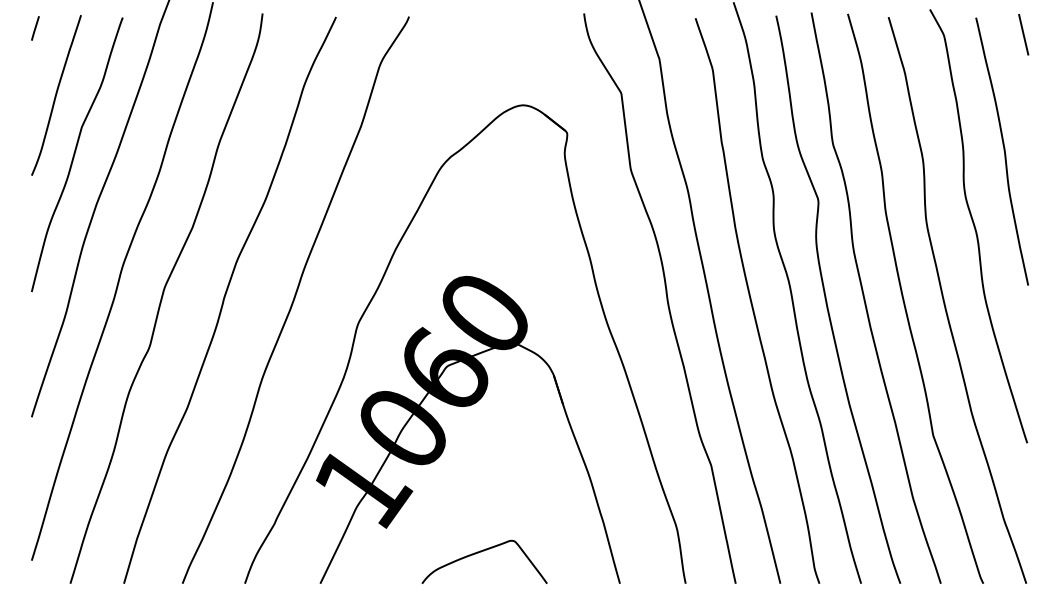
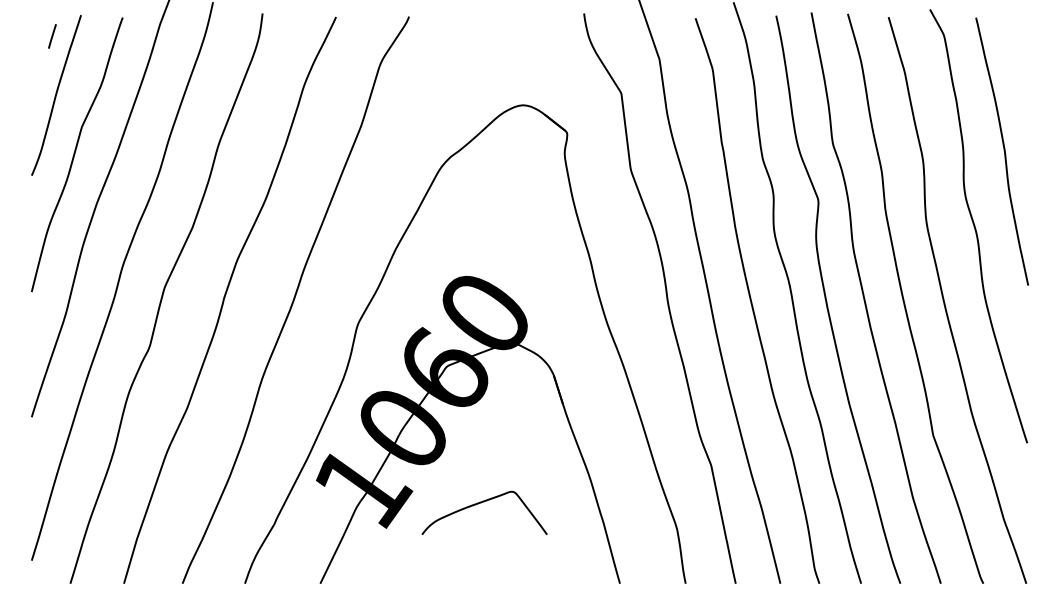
line at (35, 28) position: (35, 28) -> (52, 36)
line at (1023, 34): present -> none
curve at (481, 552) position: (481, 552) -> (481, 503)
